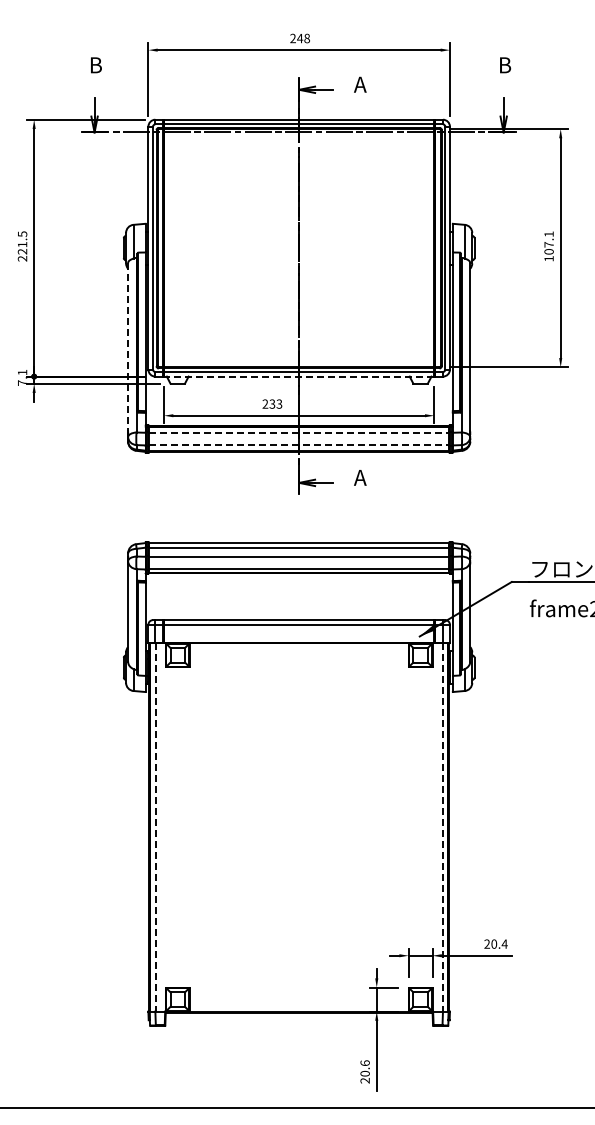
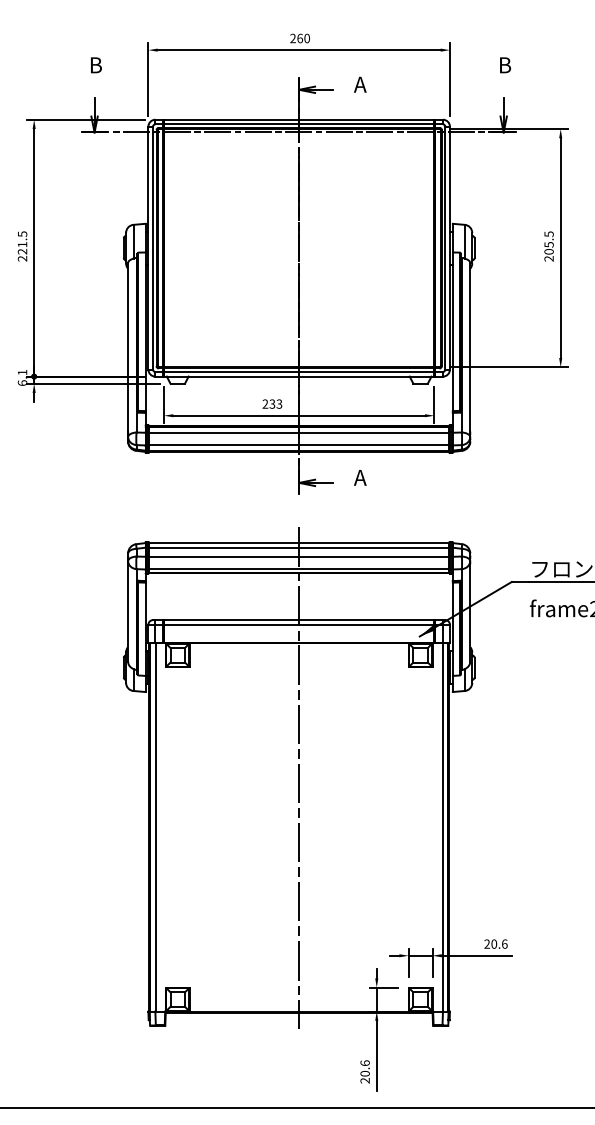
text at (303, 38): 248 -> 260
text at (548, 246): 107.1 -> 205.5
line at (128, 347): dashed -> solid
line at (298, 376): dashed -> solid
text at (22, 382): 7.1 -> 6.1
line at (299, 432): dashed -> solid
line at (299, 445): dashed -> solid
line at (299, 778): none -> present
line at (155, 827): dashed -> solid
line at (442, 827): dashed -> solid
text at (504, 943): 20.4 -> 20.6
